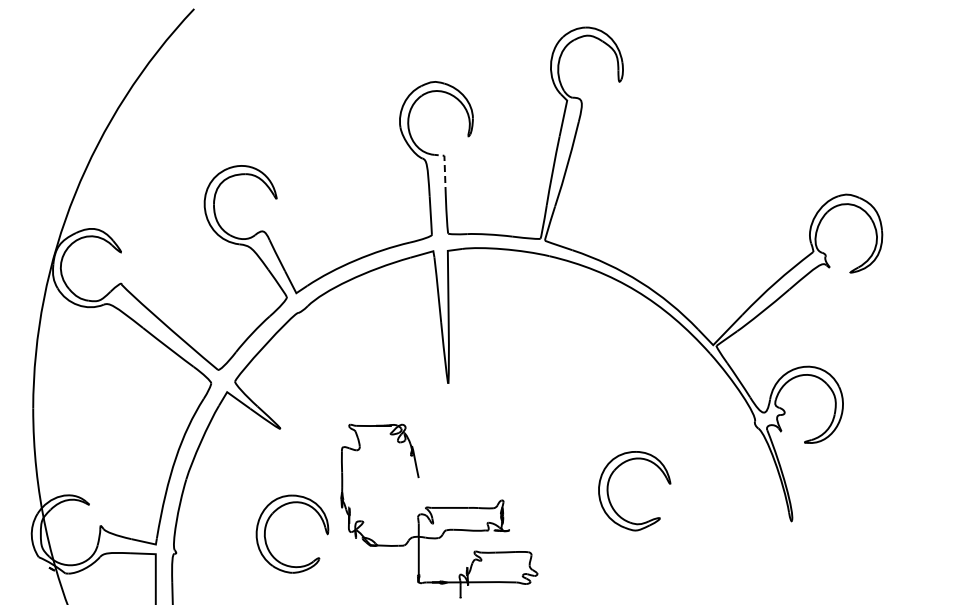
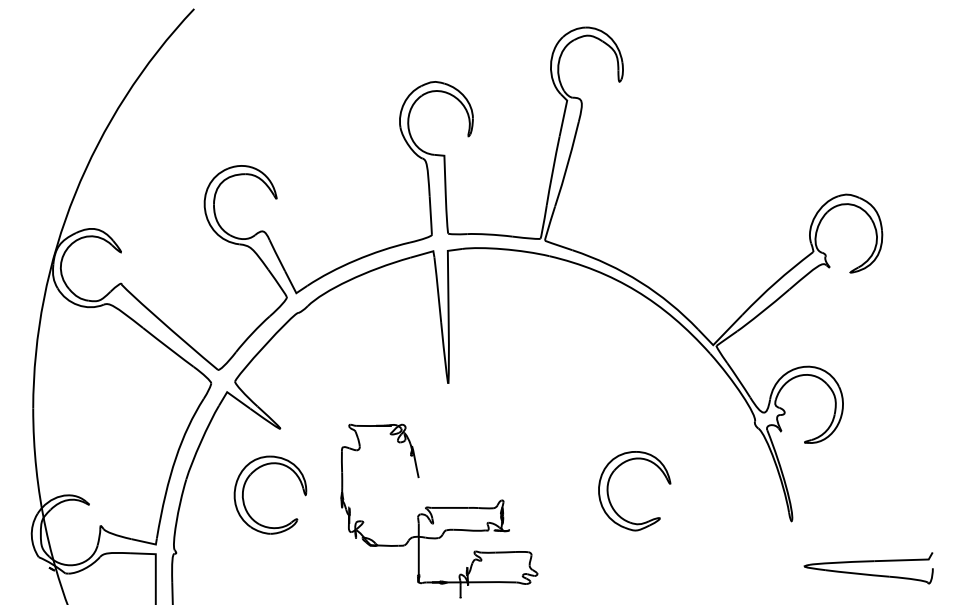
line at (444, 168): dashed -> solid
part at (266, 529) position: (266, 529) -> (244, 490)
part at (868, 568): none -> present
